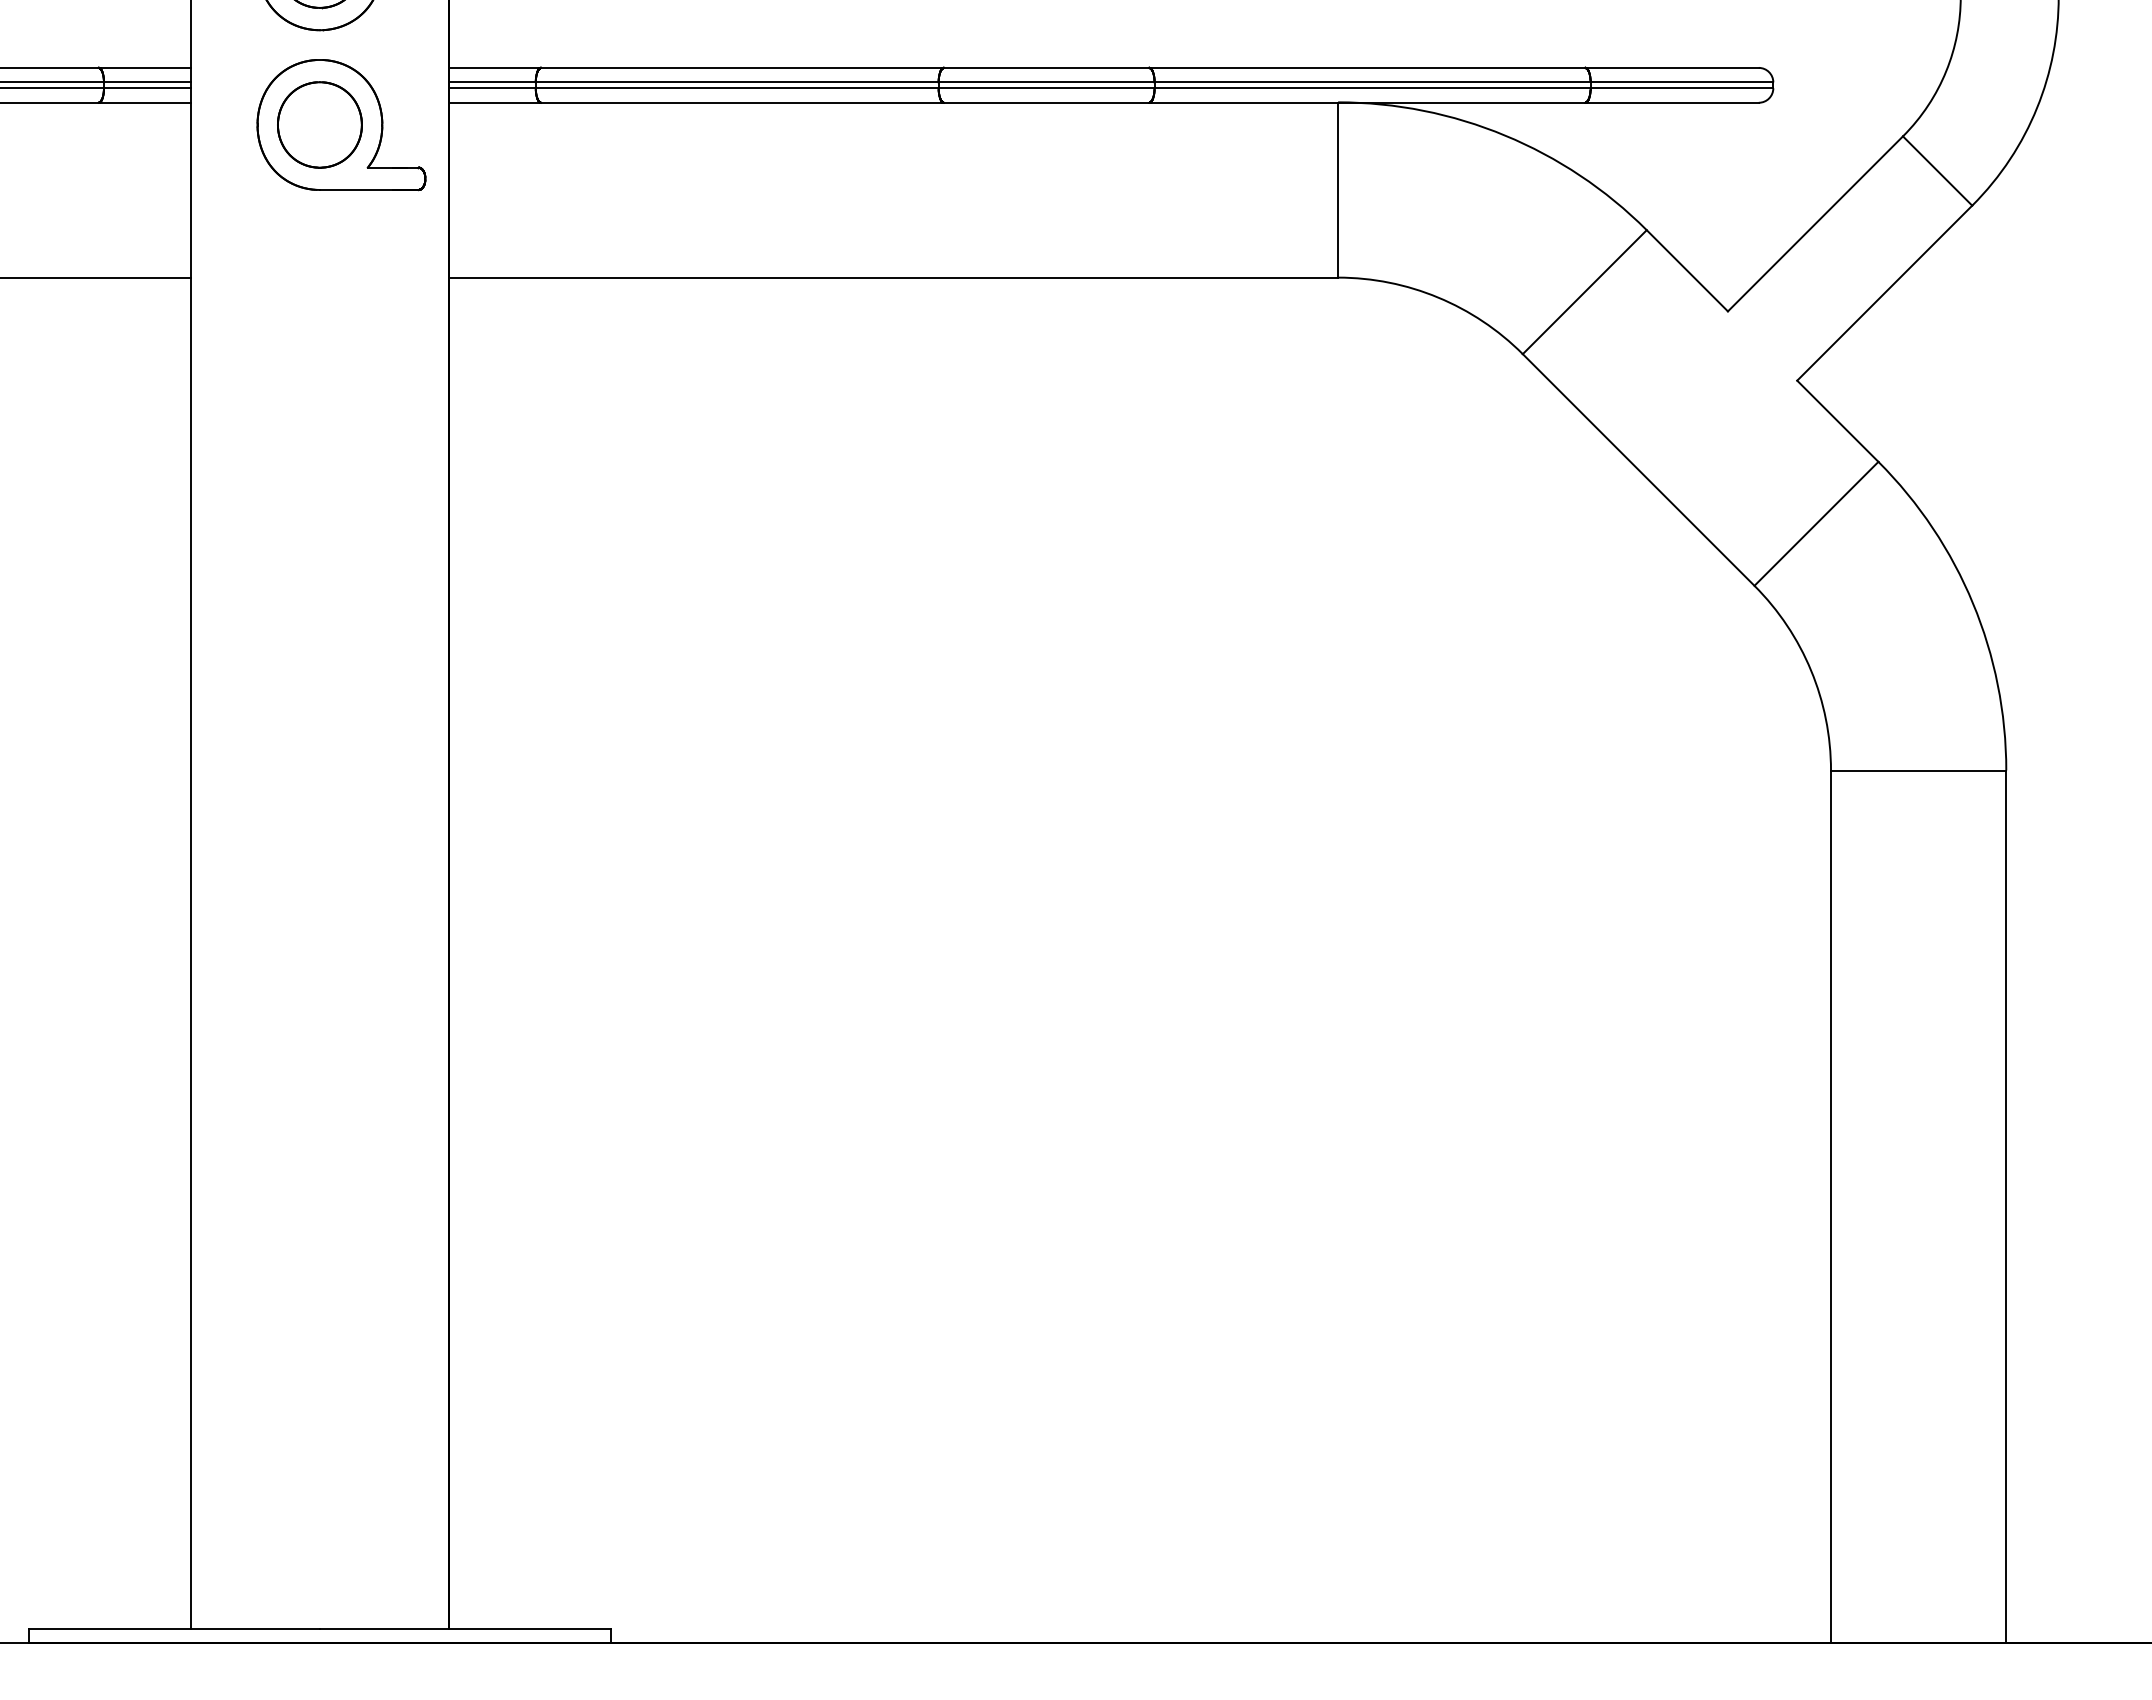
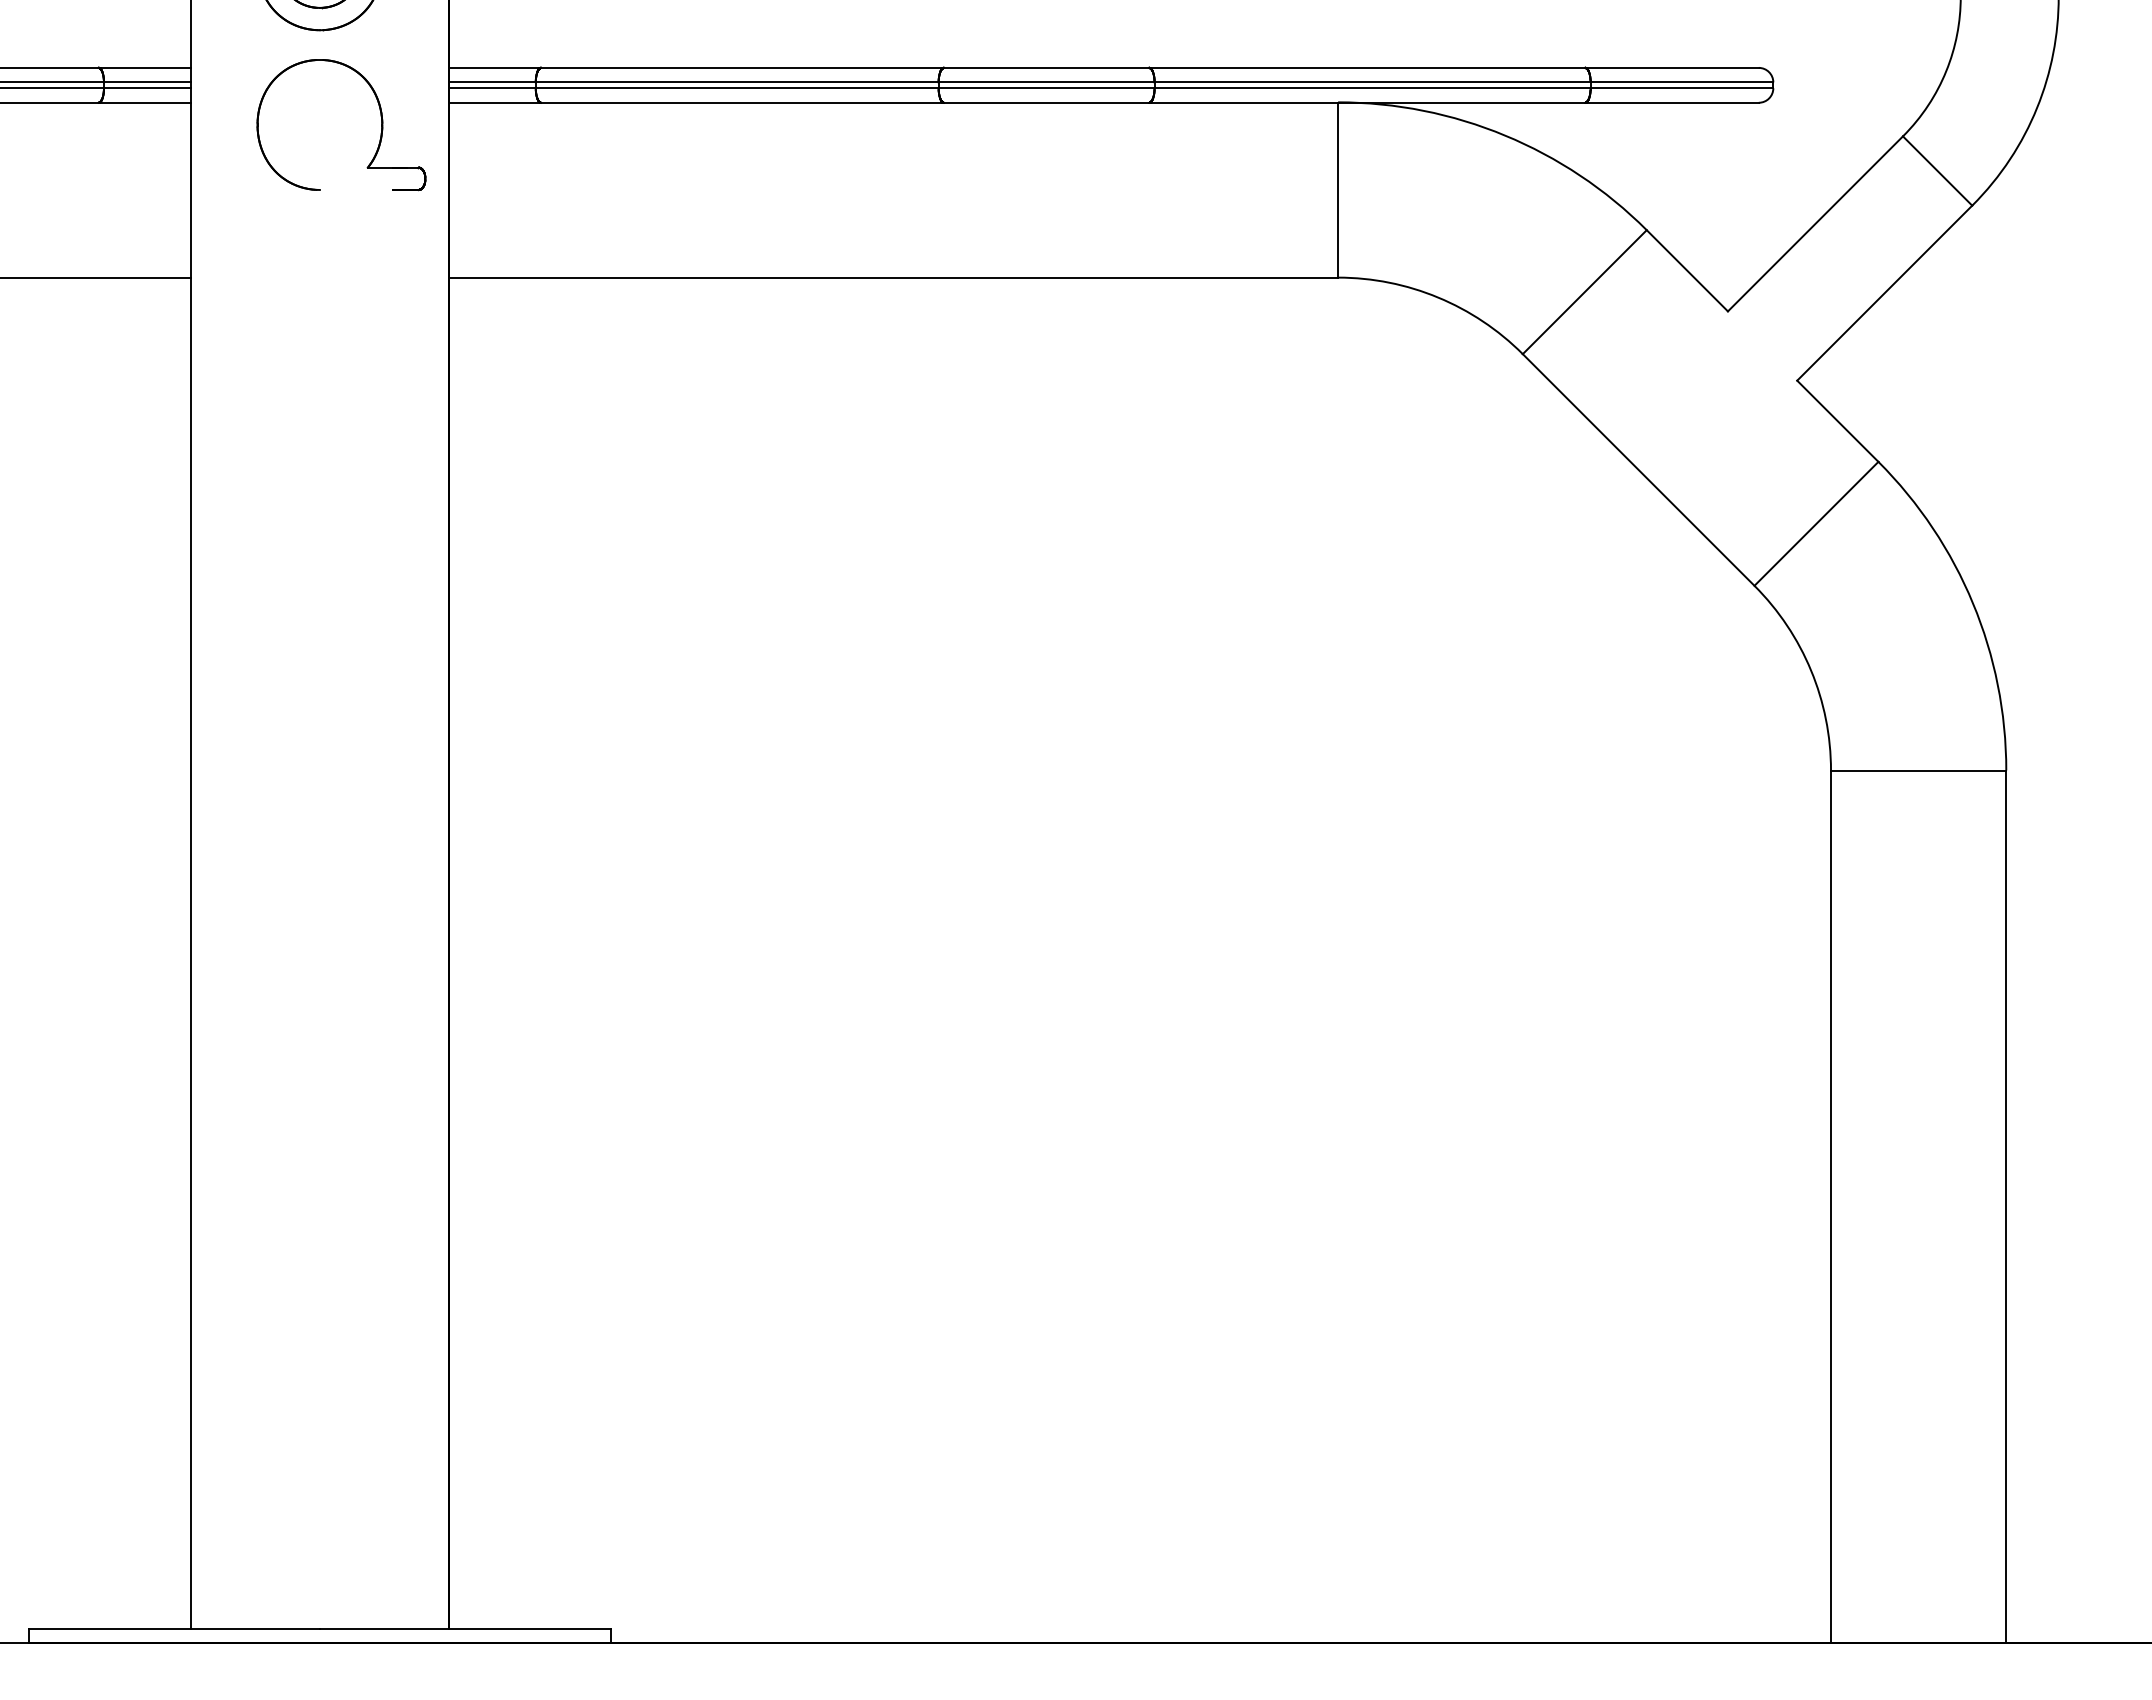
part at (319, 124): present -> none
line at (356, 189): present -> none
